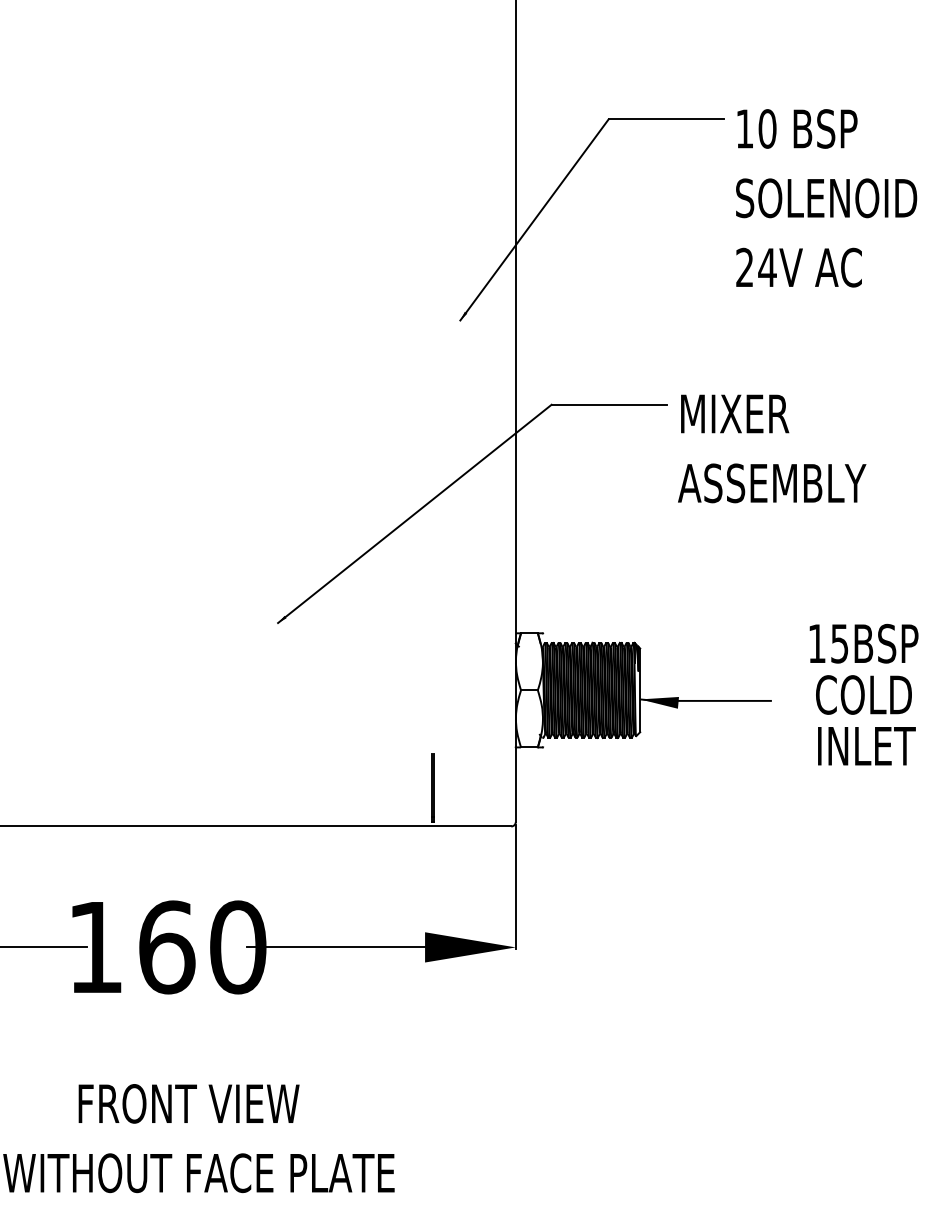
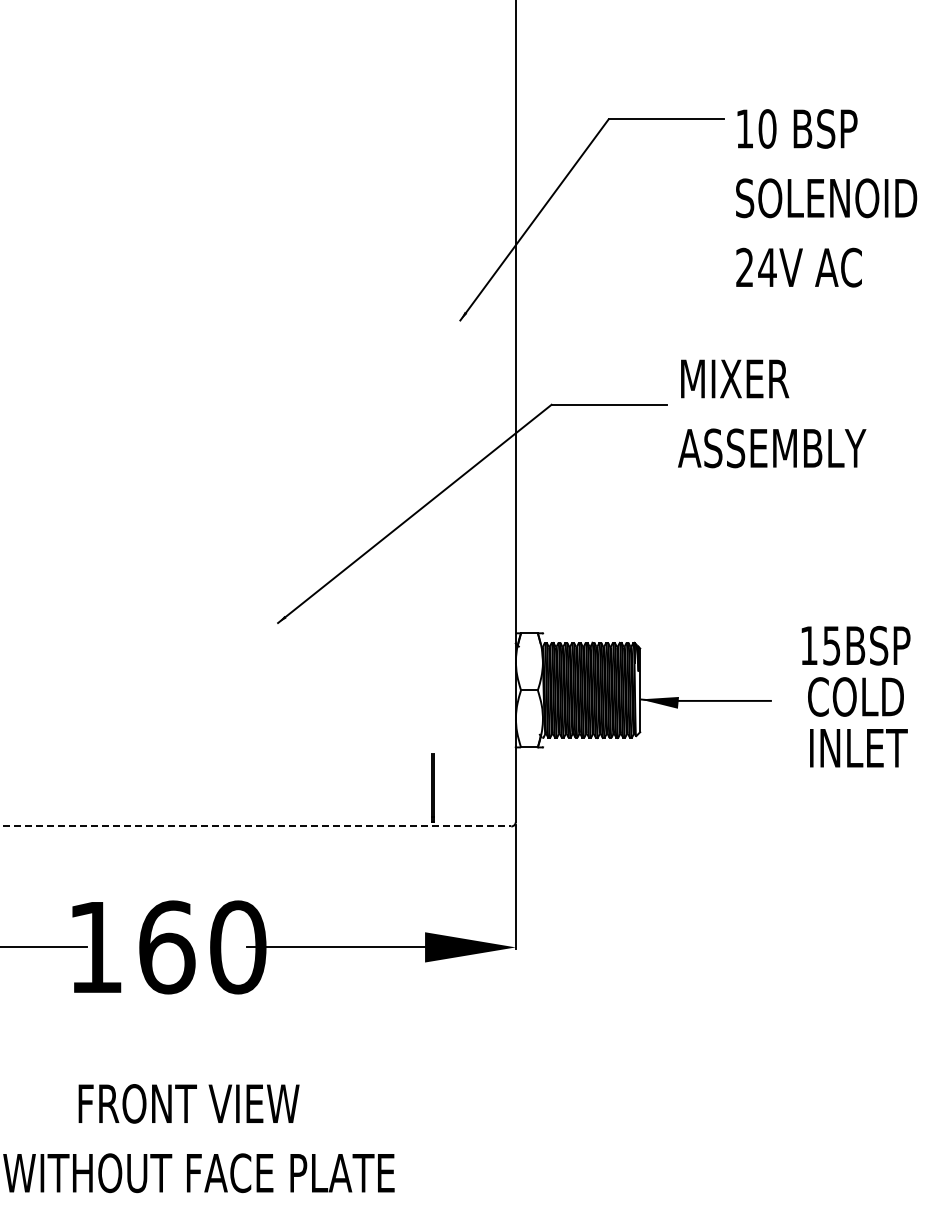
text at (772, 448) position: (772, 448) -> (772, 413)
text at (863, 694) position: (863, 694) -> (855, 696)
line at (256, 826): solid -> dashed
